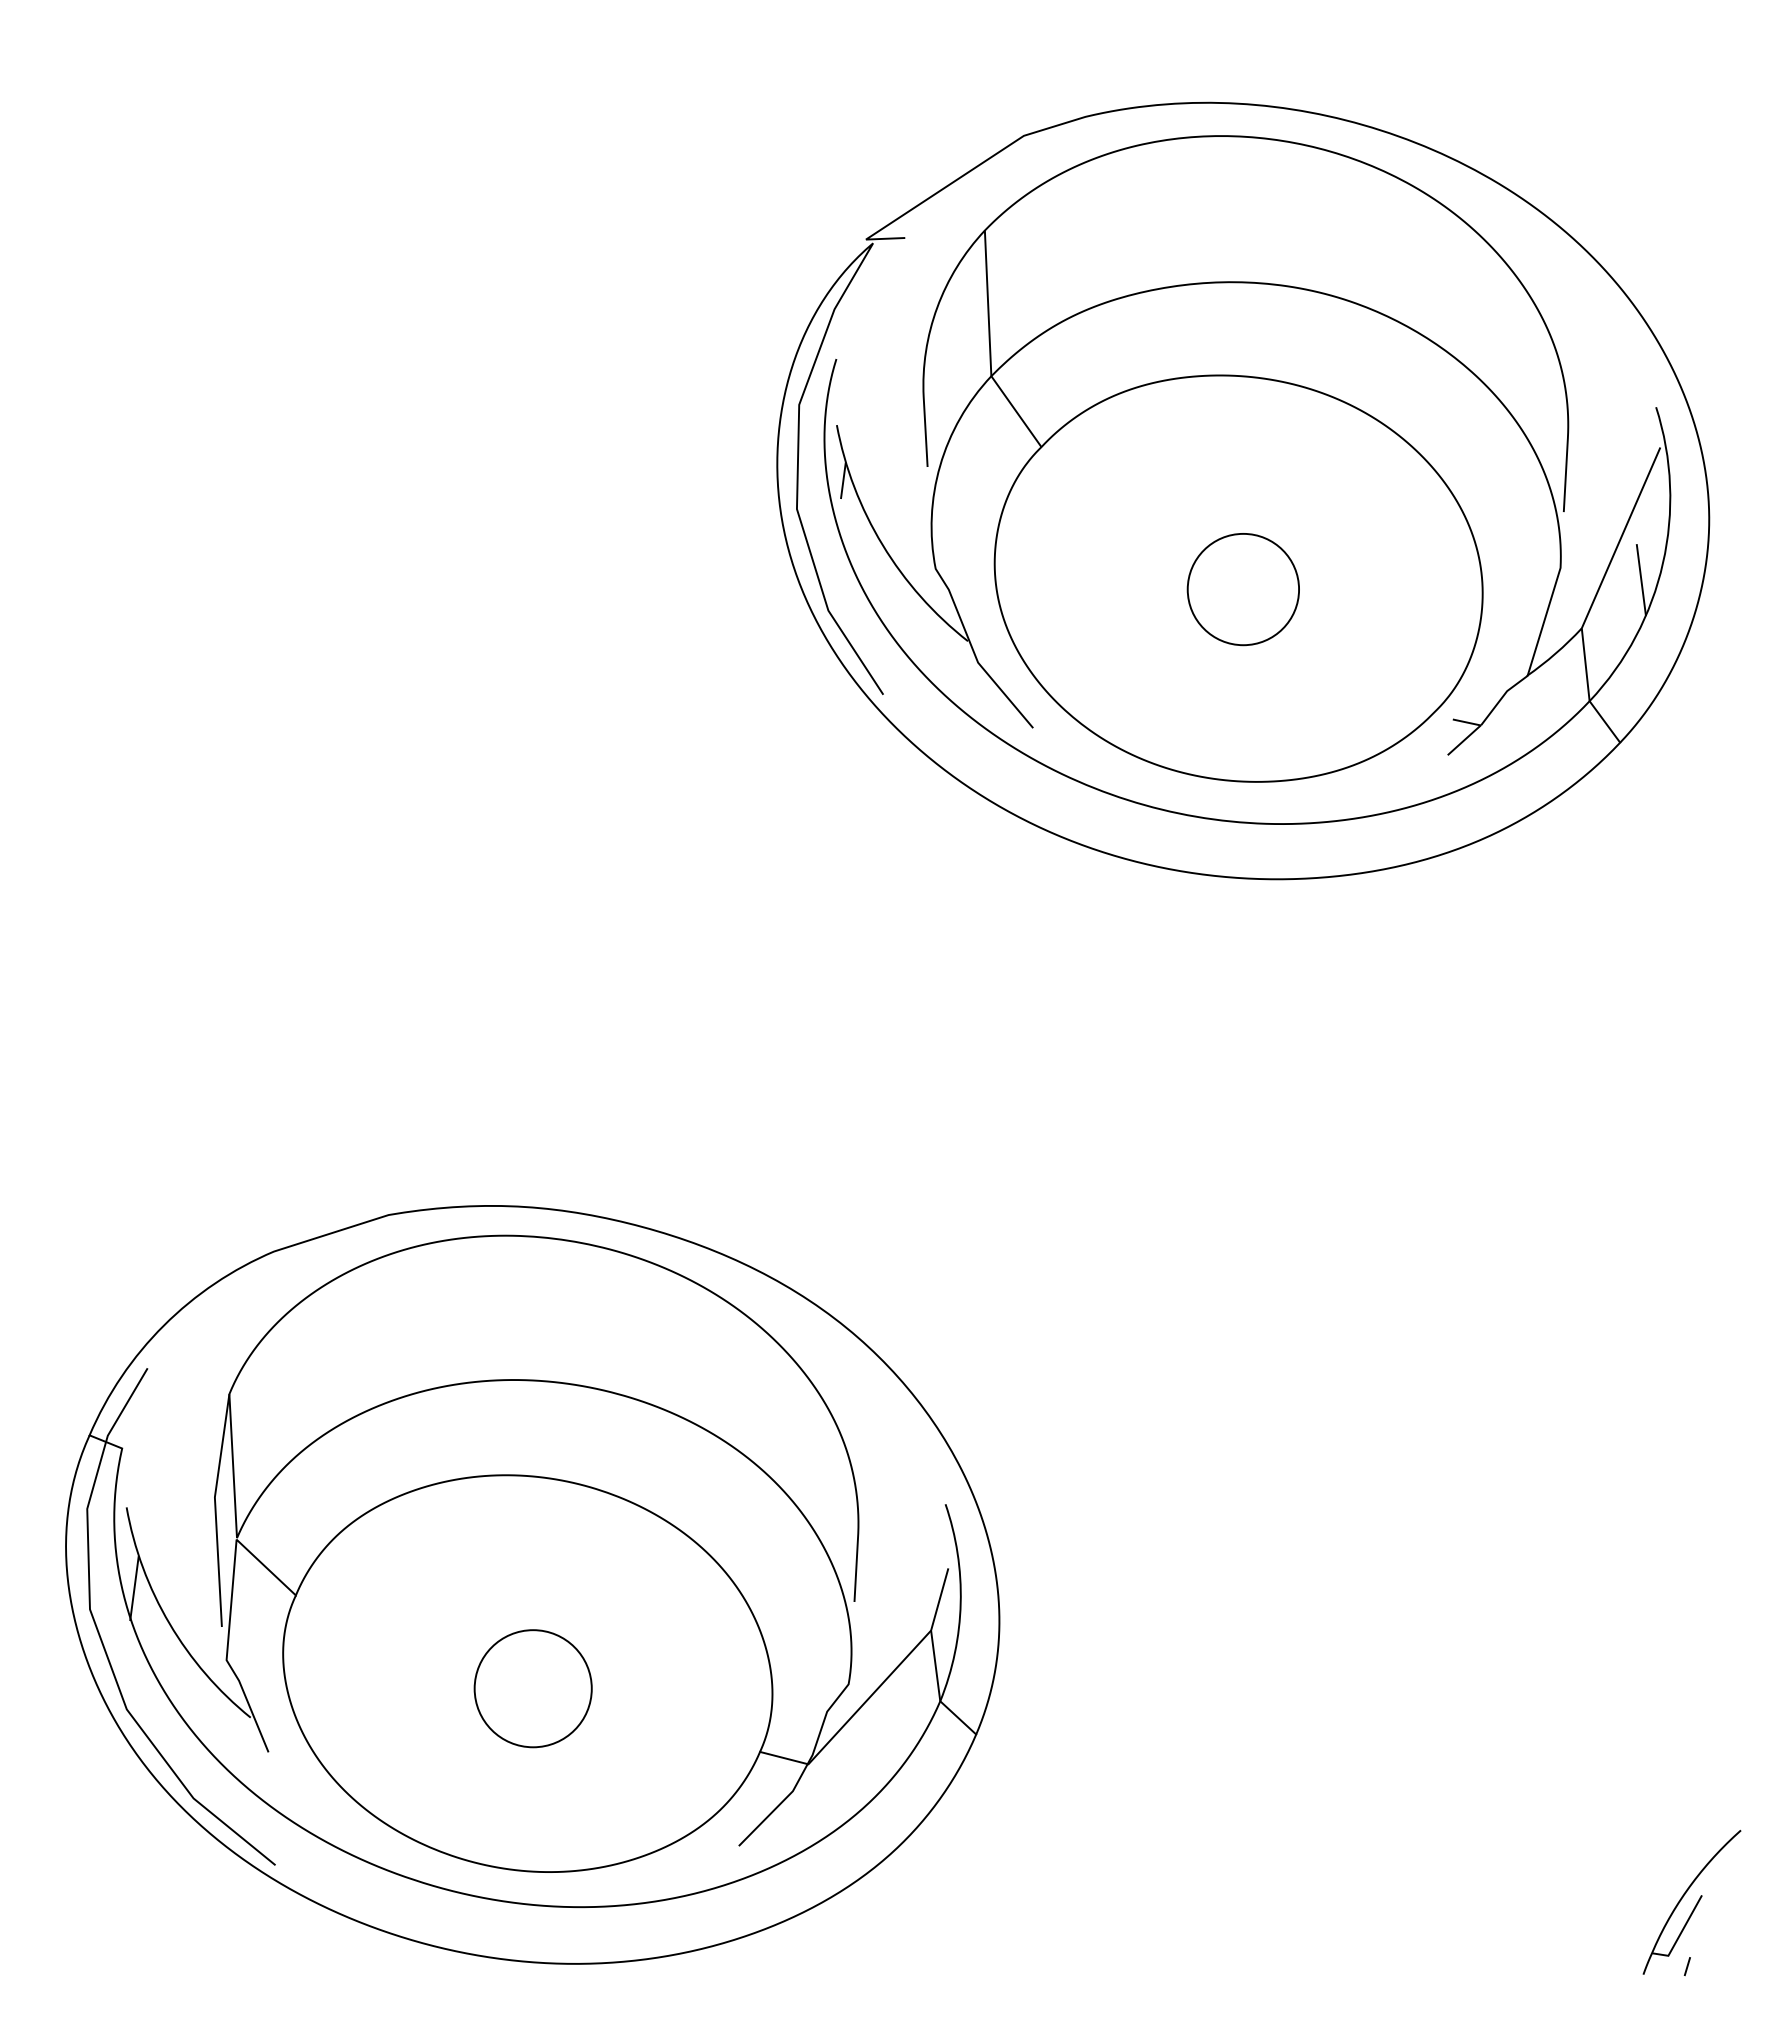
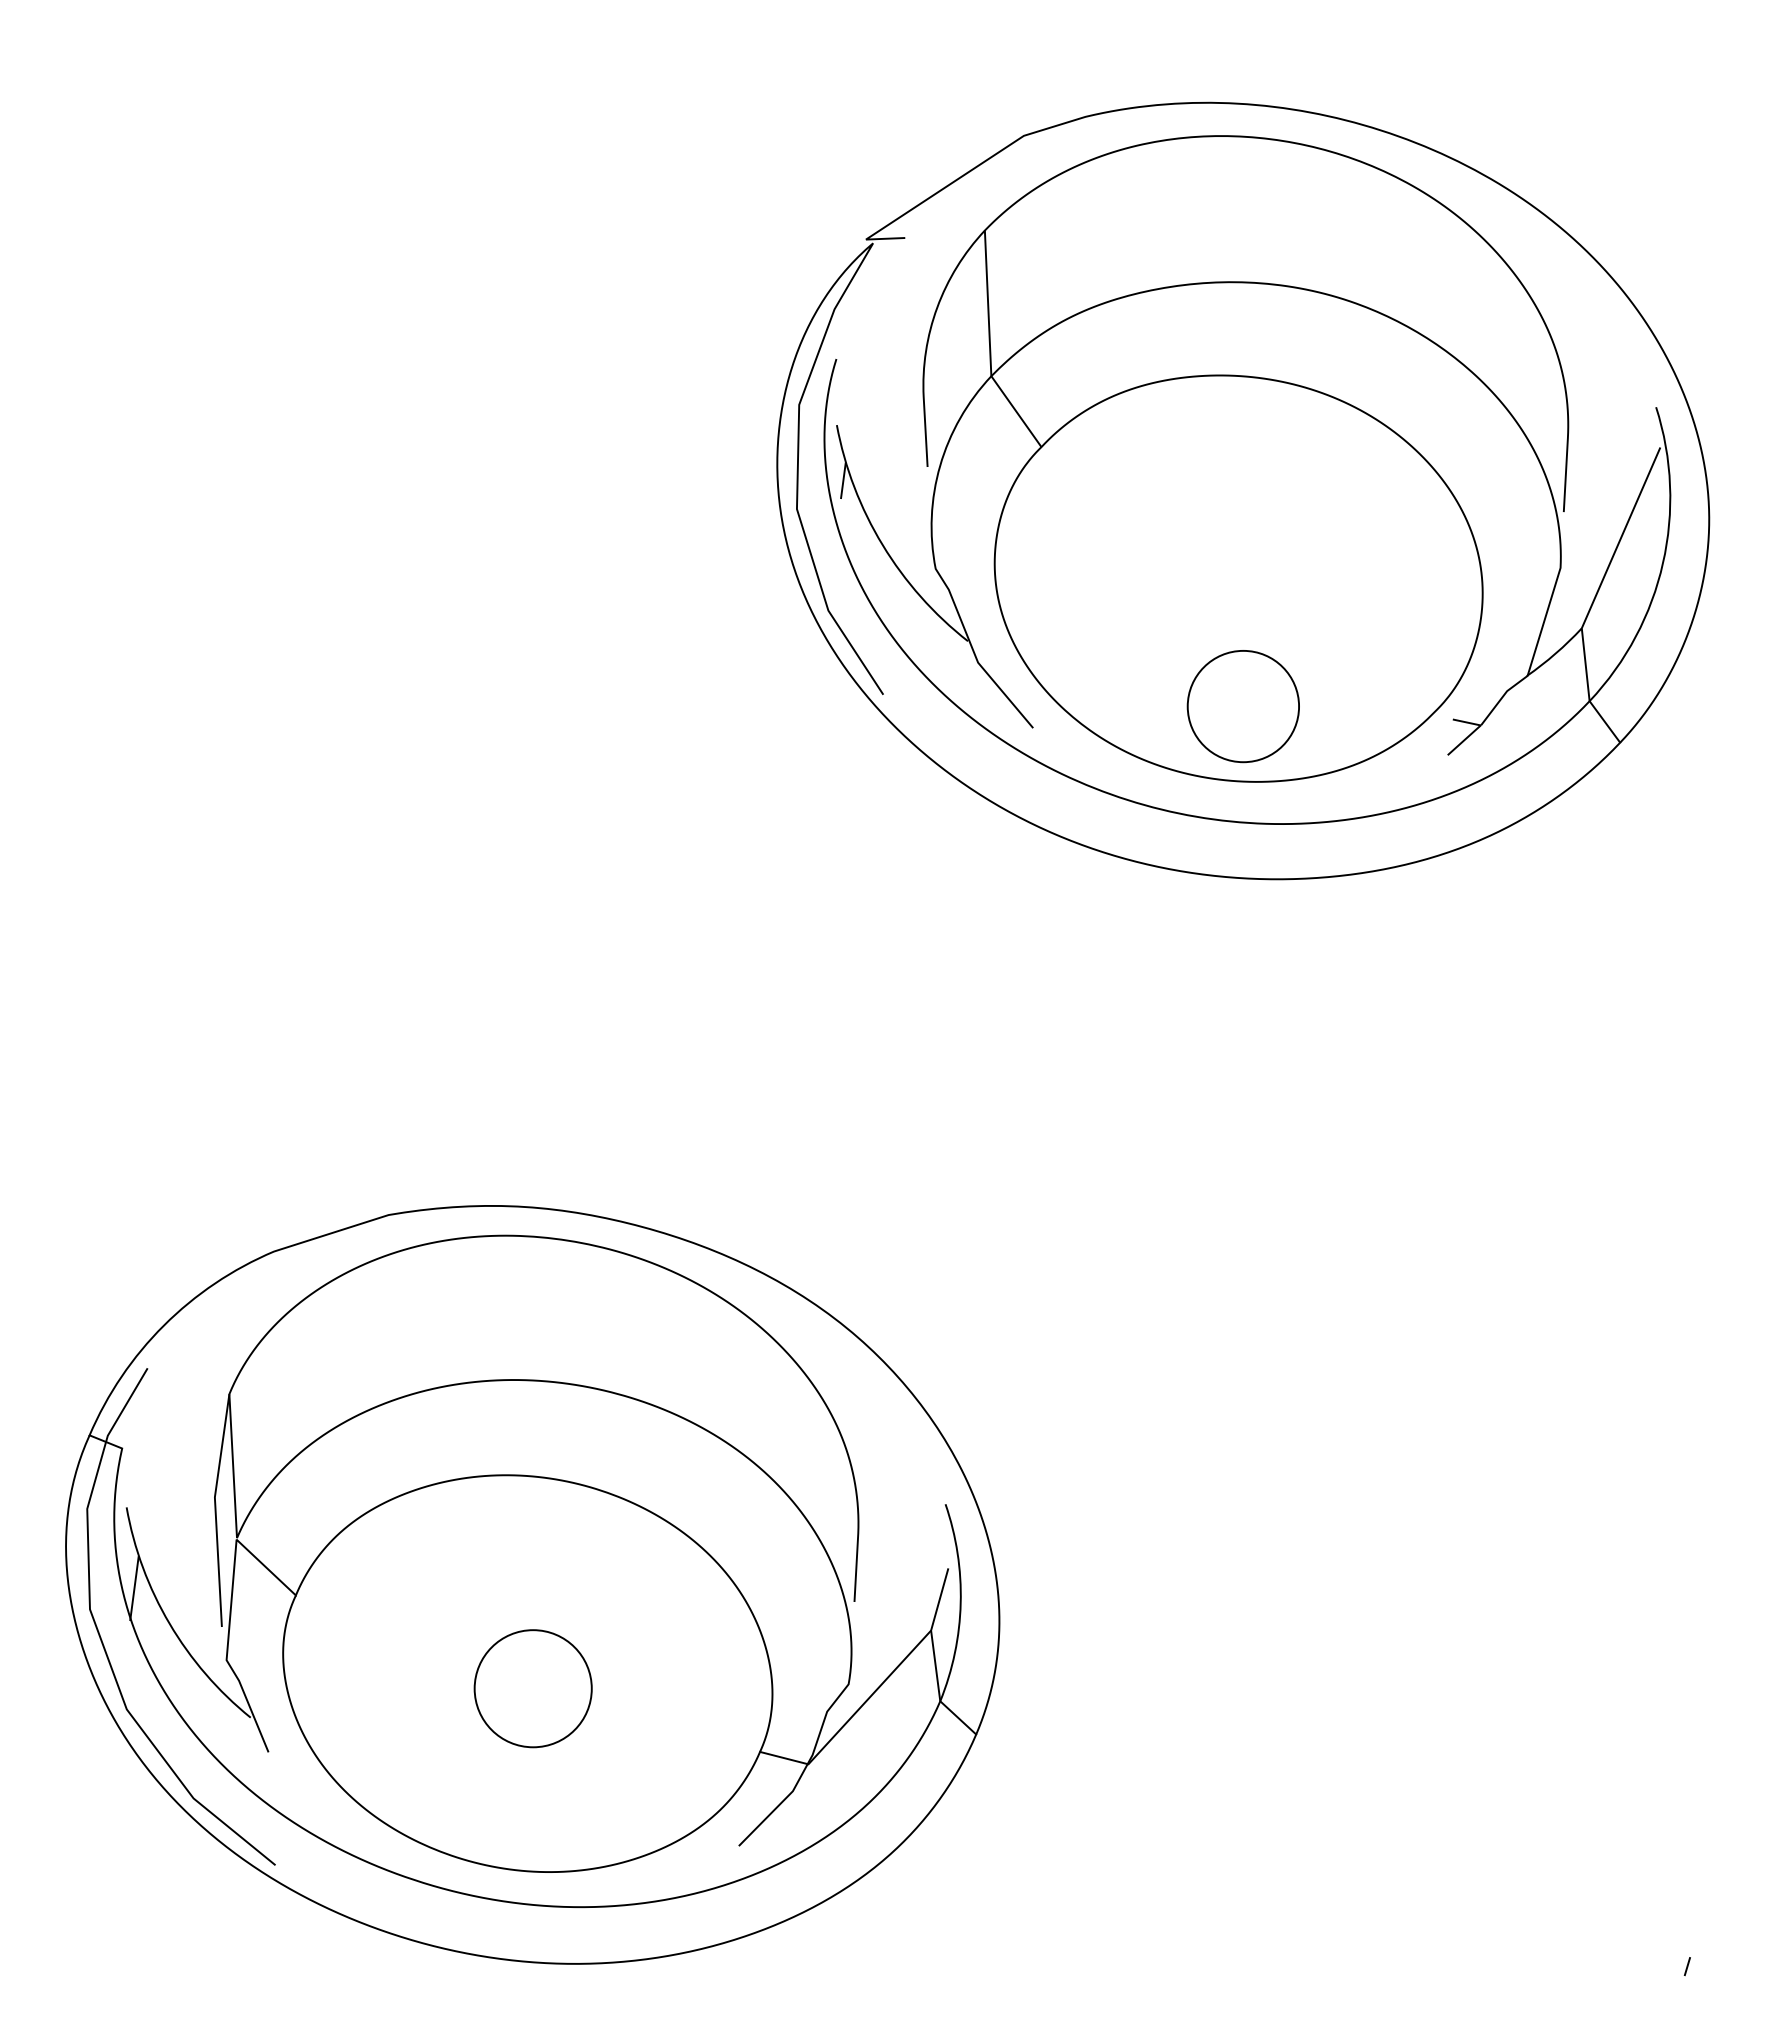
line at (1640, 580): present -> none
circle at (1242, 589) position: (1242, 589) -> (1242, 706)
part at (1691, 1902): present -> none
